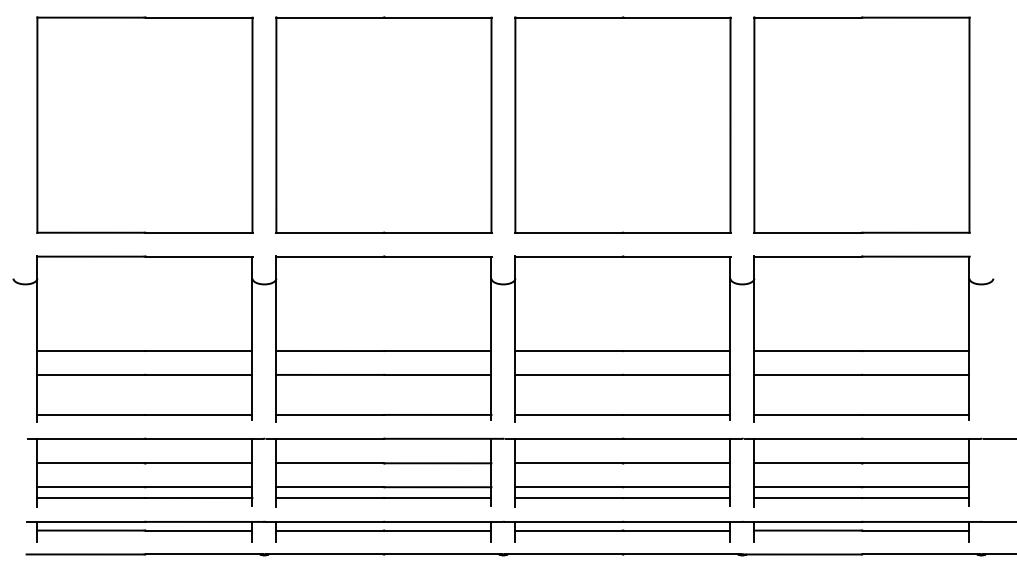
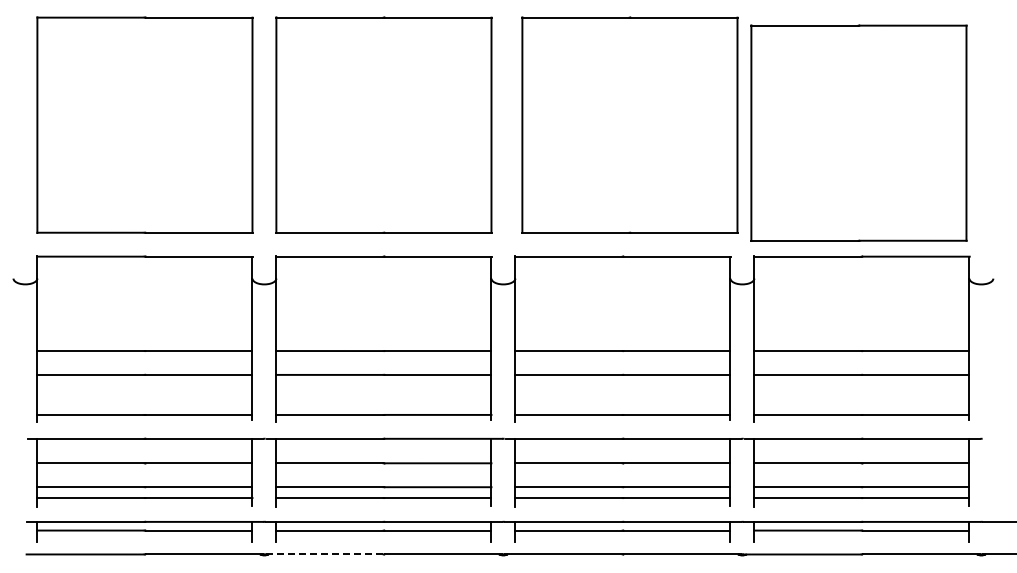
part at (622, 124) position: (622, 124) -> (629, 124)
part at (861, 124) position: (861, 124) -> (858, 132)
line at (998, 438): present -> none
line at (324, 554): solid -> dashed
